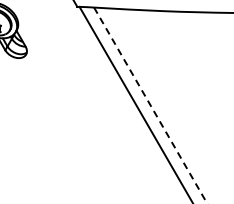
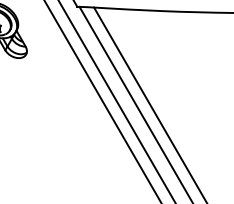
line at (102, 101): none -> present
line at (116, 101): none -> present
line at (150, 106): dashed -> solid
